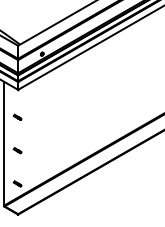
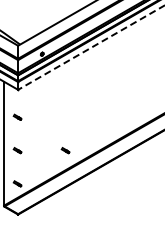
line at (90, 47): solid -> dashed
part at (65, 150): none -> present
